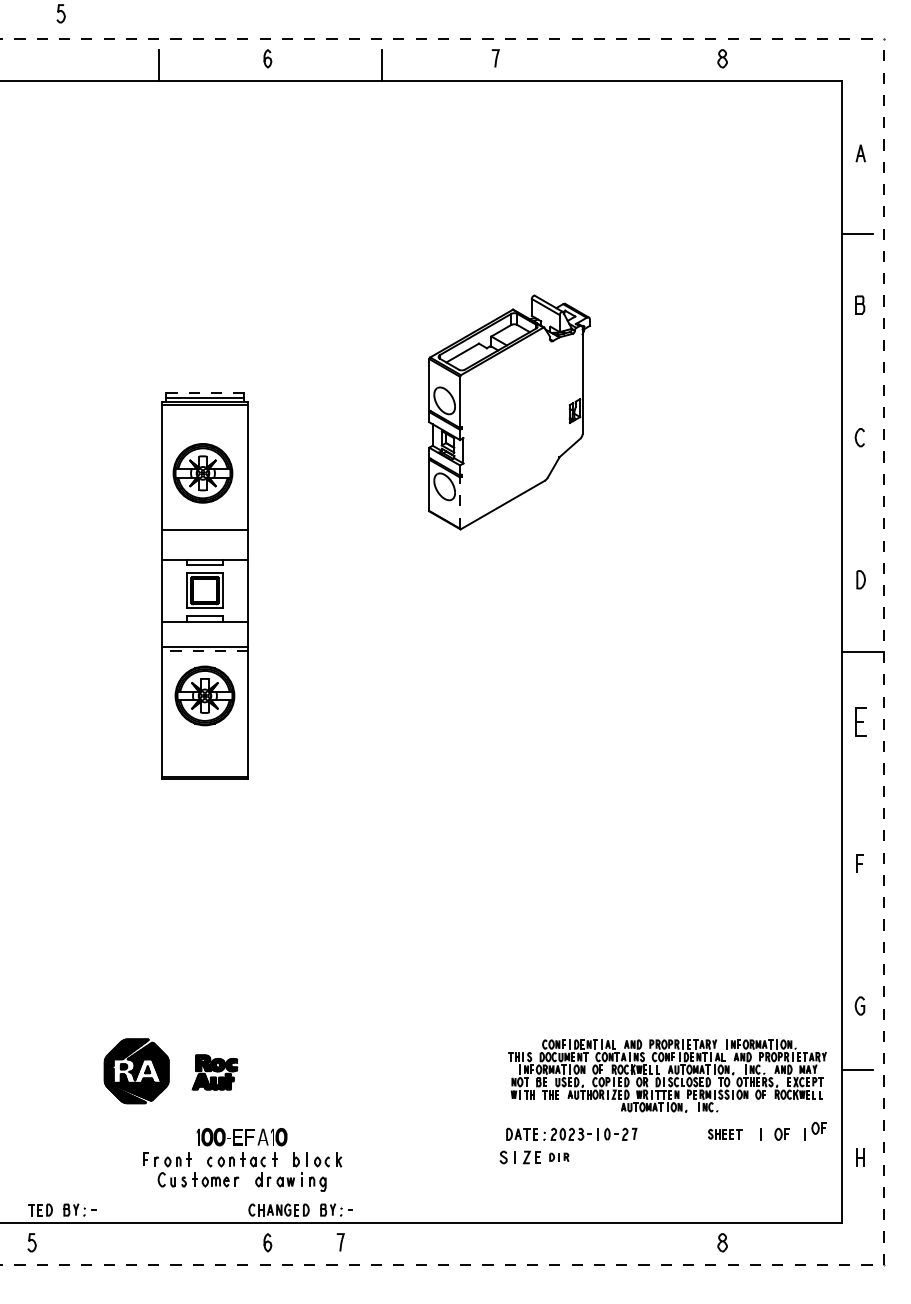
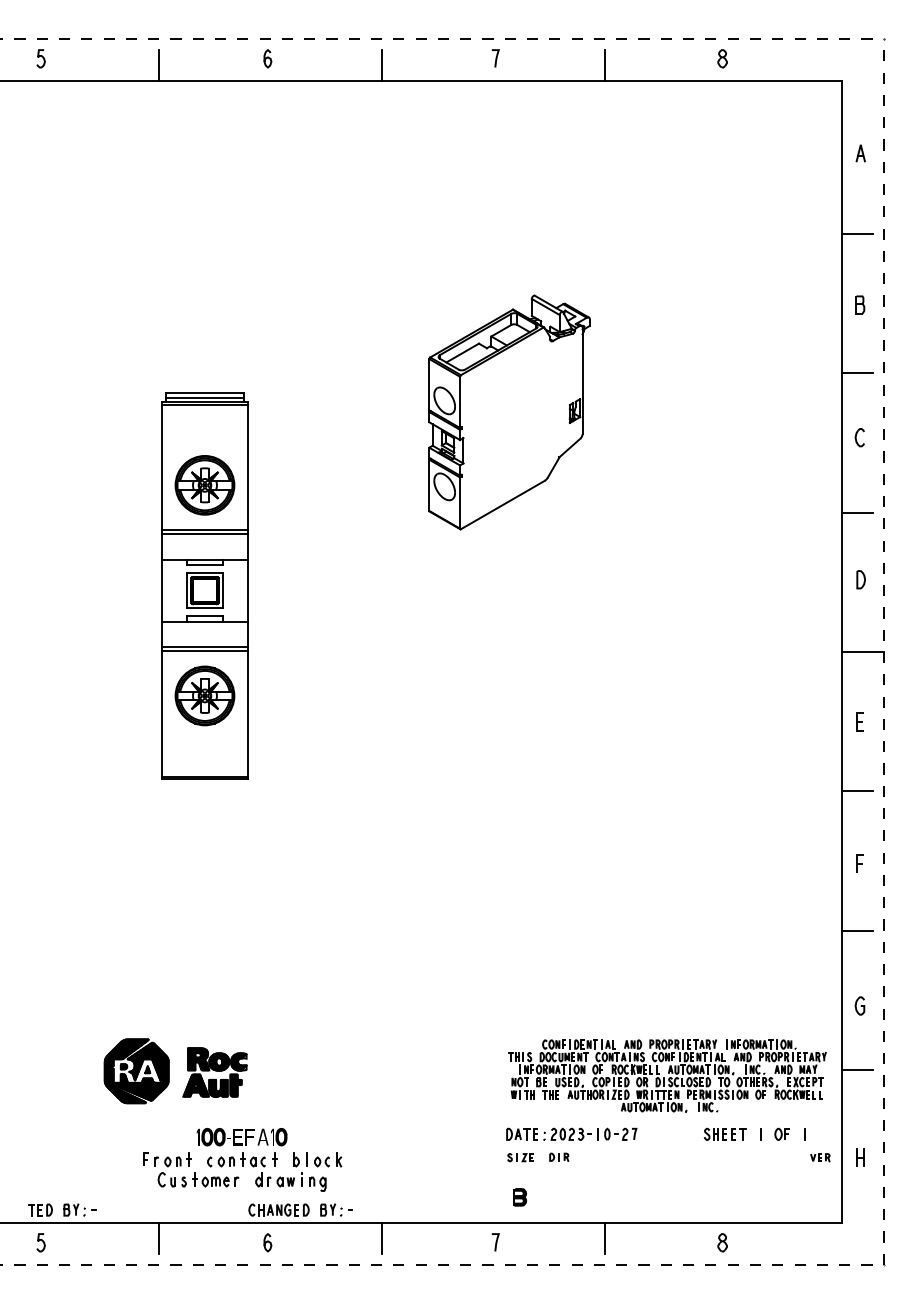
curve at (59, 12) position: (59, 12) -> (39, 57)
line at (605, 65): none -> present
line at (856, 373): none -> present
line at (204, 393): dashed -> solid
part at (202, 473) position: (202, 473) -> (204, 485)
line at (460, 503): dashed -> solid
line at (856, 512): none -> present
line at (204, 534): none -> present
line at (204, 651): dashed -> solid
part at (860, 721) size: 12x30 px -> 8x20 px
line at (856, 791): none -> present
line at (856, 930): none -> present
part at (214, 1072) size: 48x37 px -> 66x51 px
part at (818, 1127): present -> none
part at (725, 1134) size: 35x11 px -> 44x14 px
part at (519, 1157) size: 42x15 px -> 27x10 px
part at (820, 1157): none -> present
part at (519, 1197): none -> present
line at (159, 1238): none -> present
line at (382, 1238): none -> present
line at (605, 1238): none -> present
curve at (30, 1241) position: (30, 1241) -> (39, 1241)
part at (340, 1242) position: (340, 1242) -> (495, 1242)
